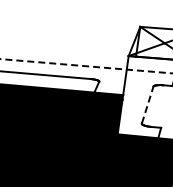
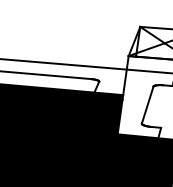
line at (87, 66): dashed -> solid
line at (147, 104): dashed -> solid
